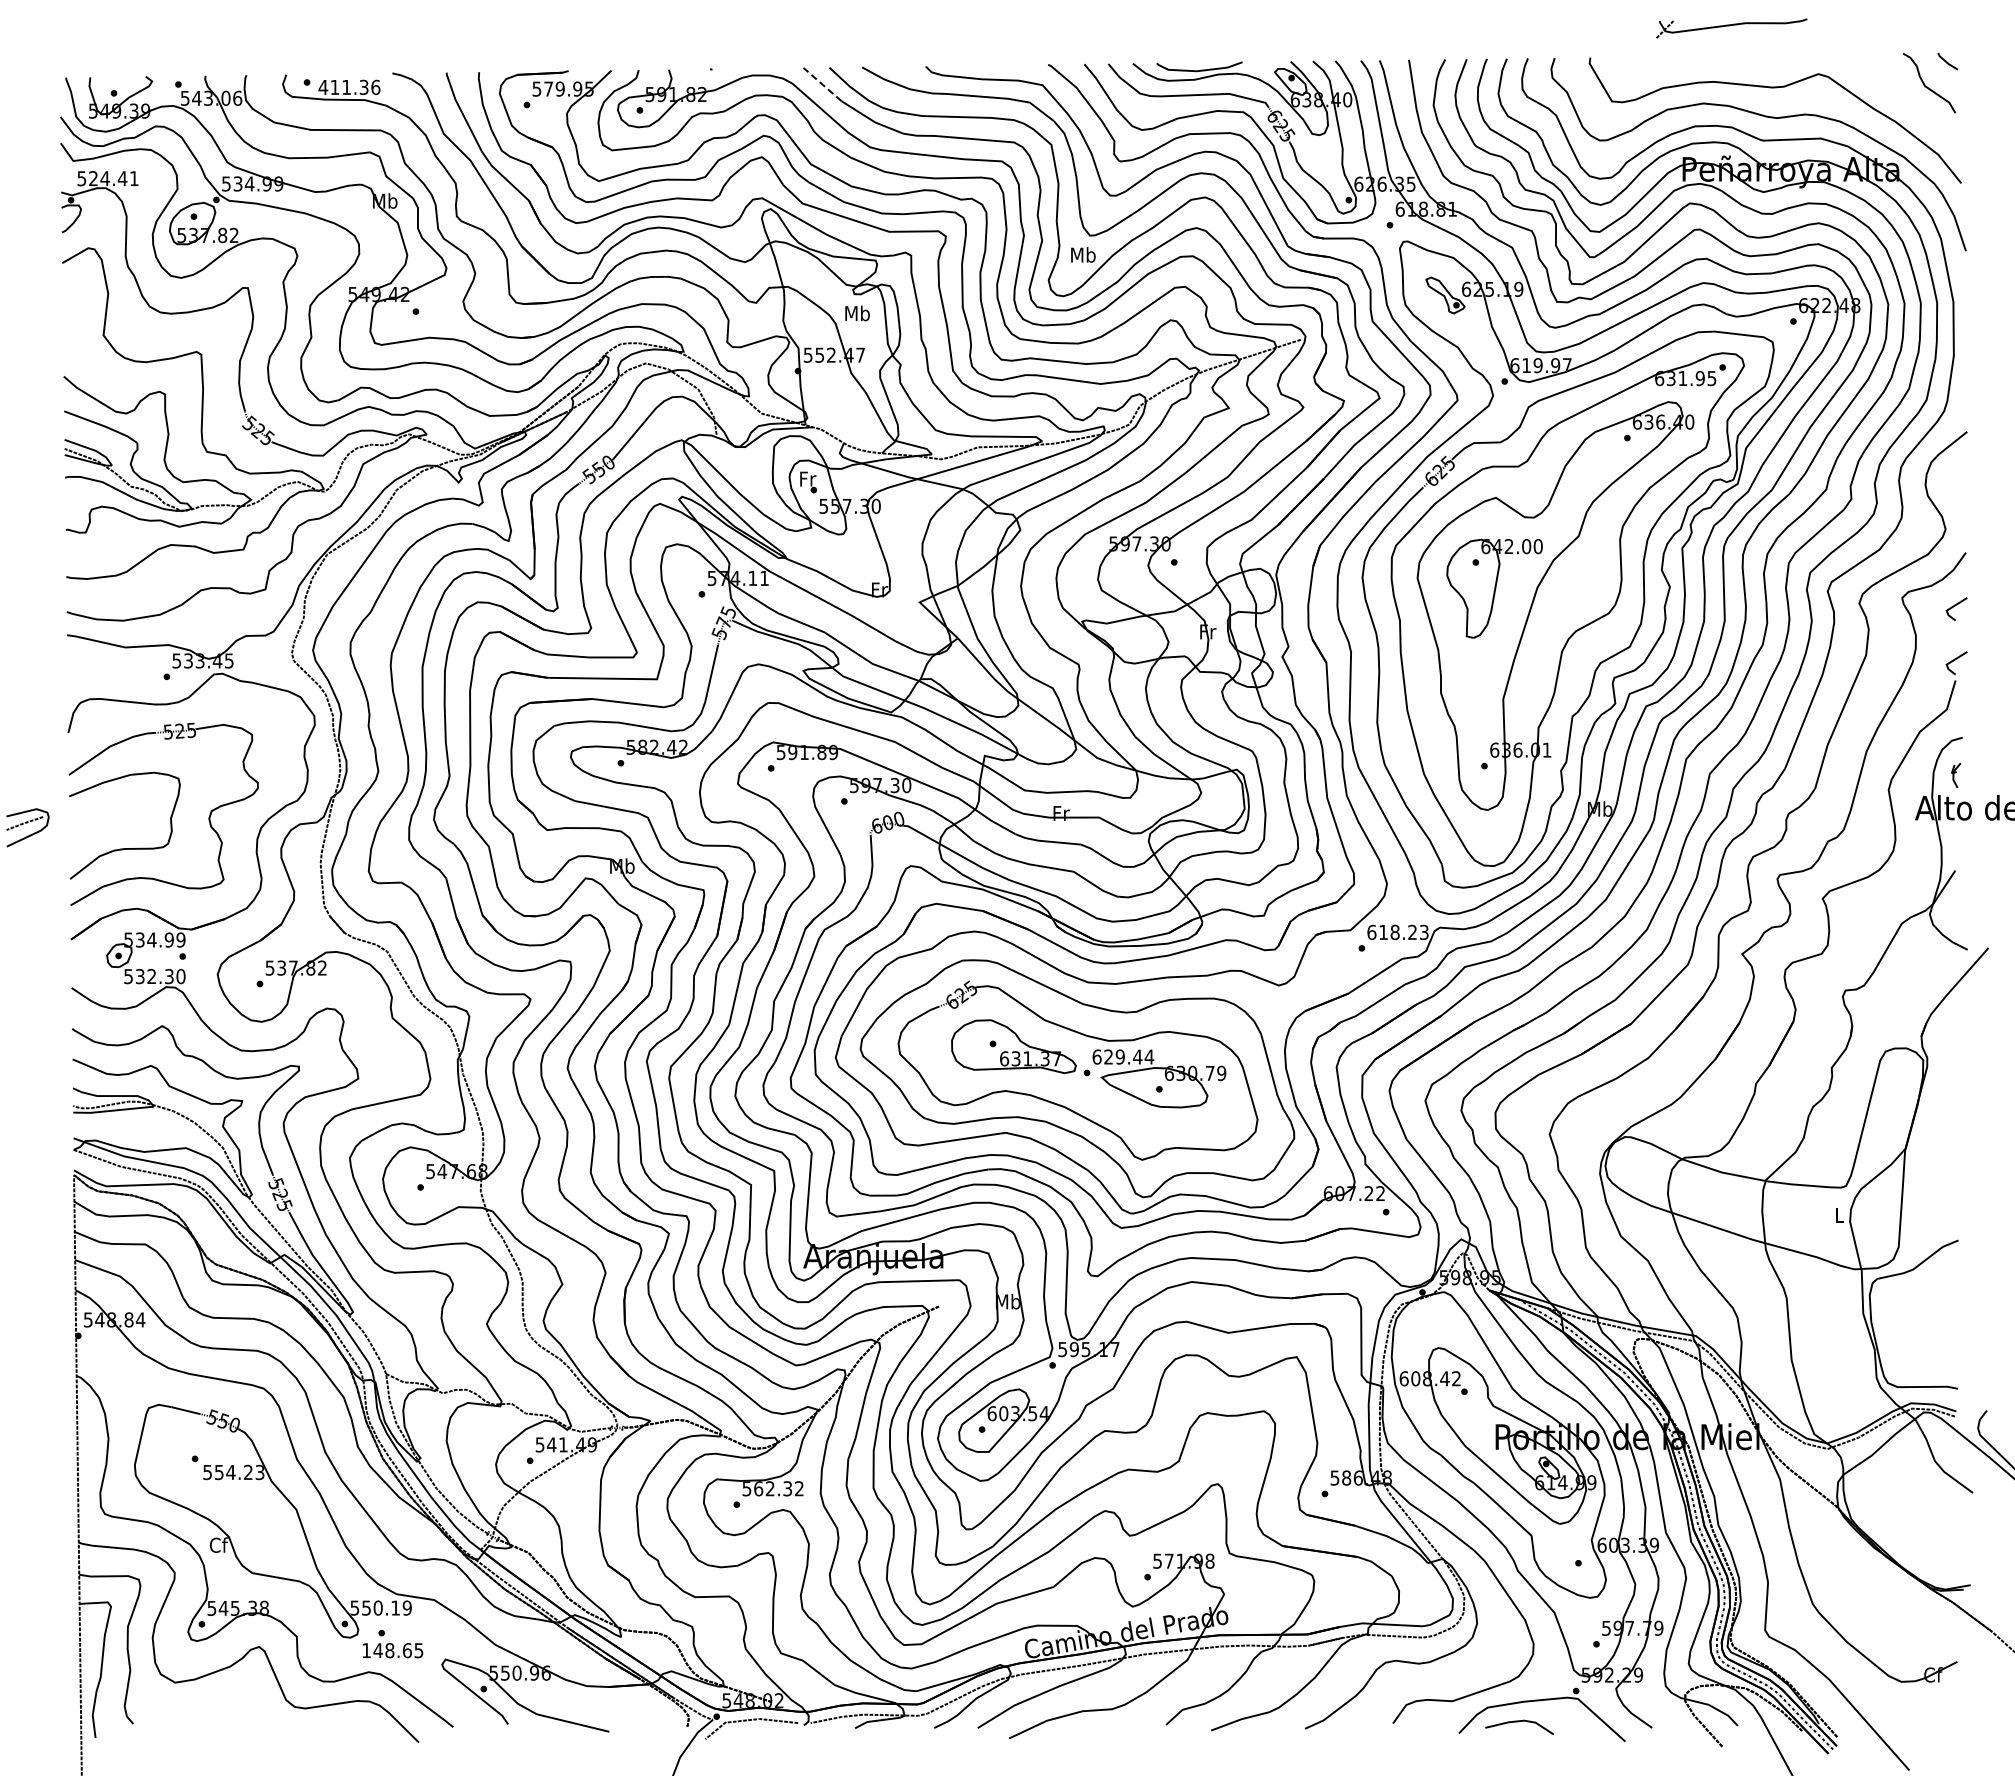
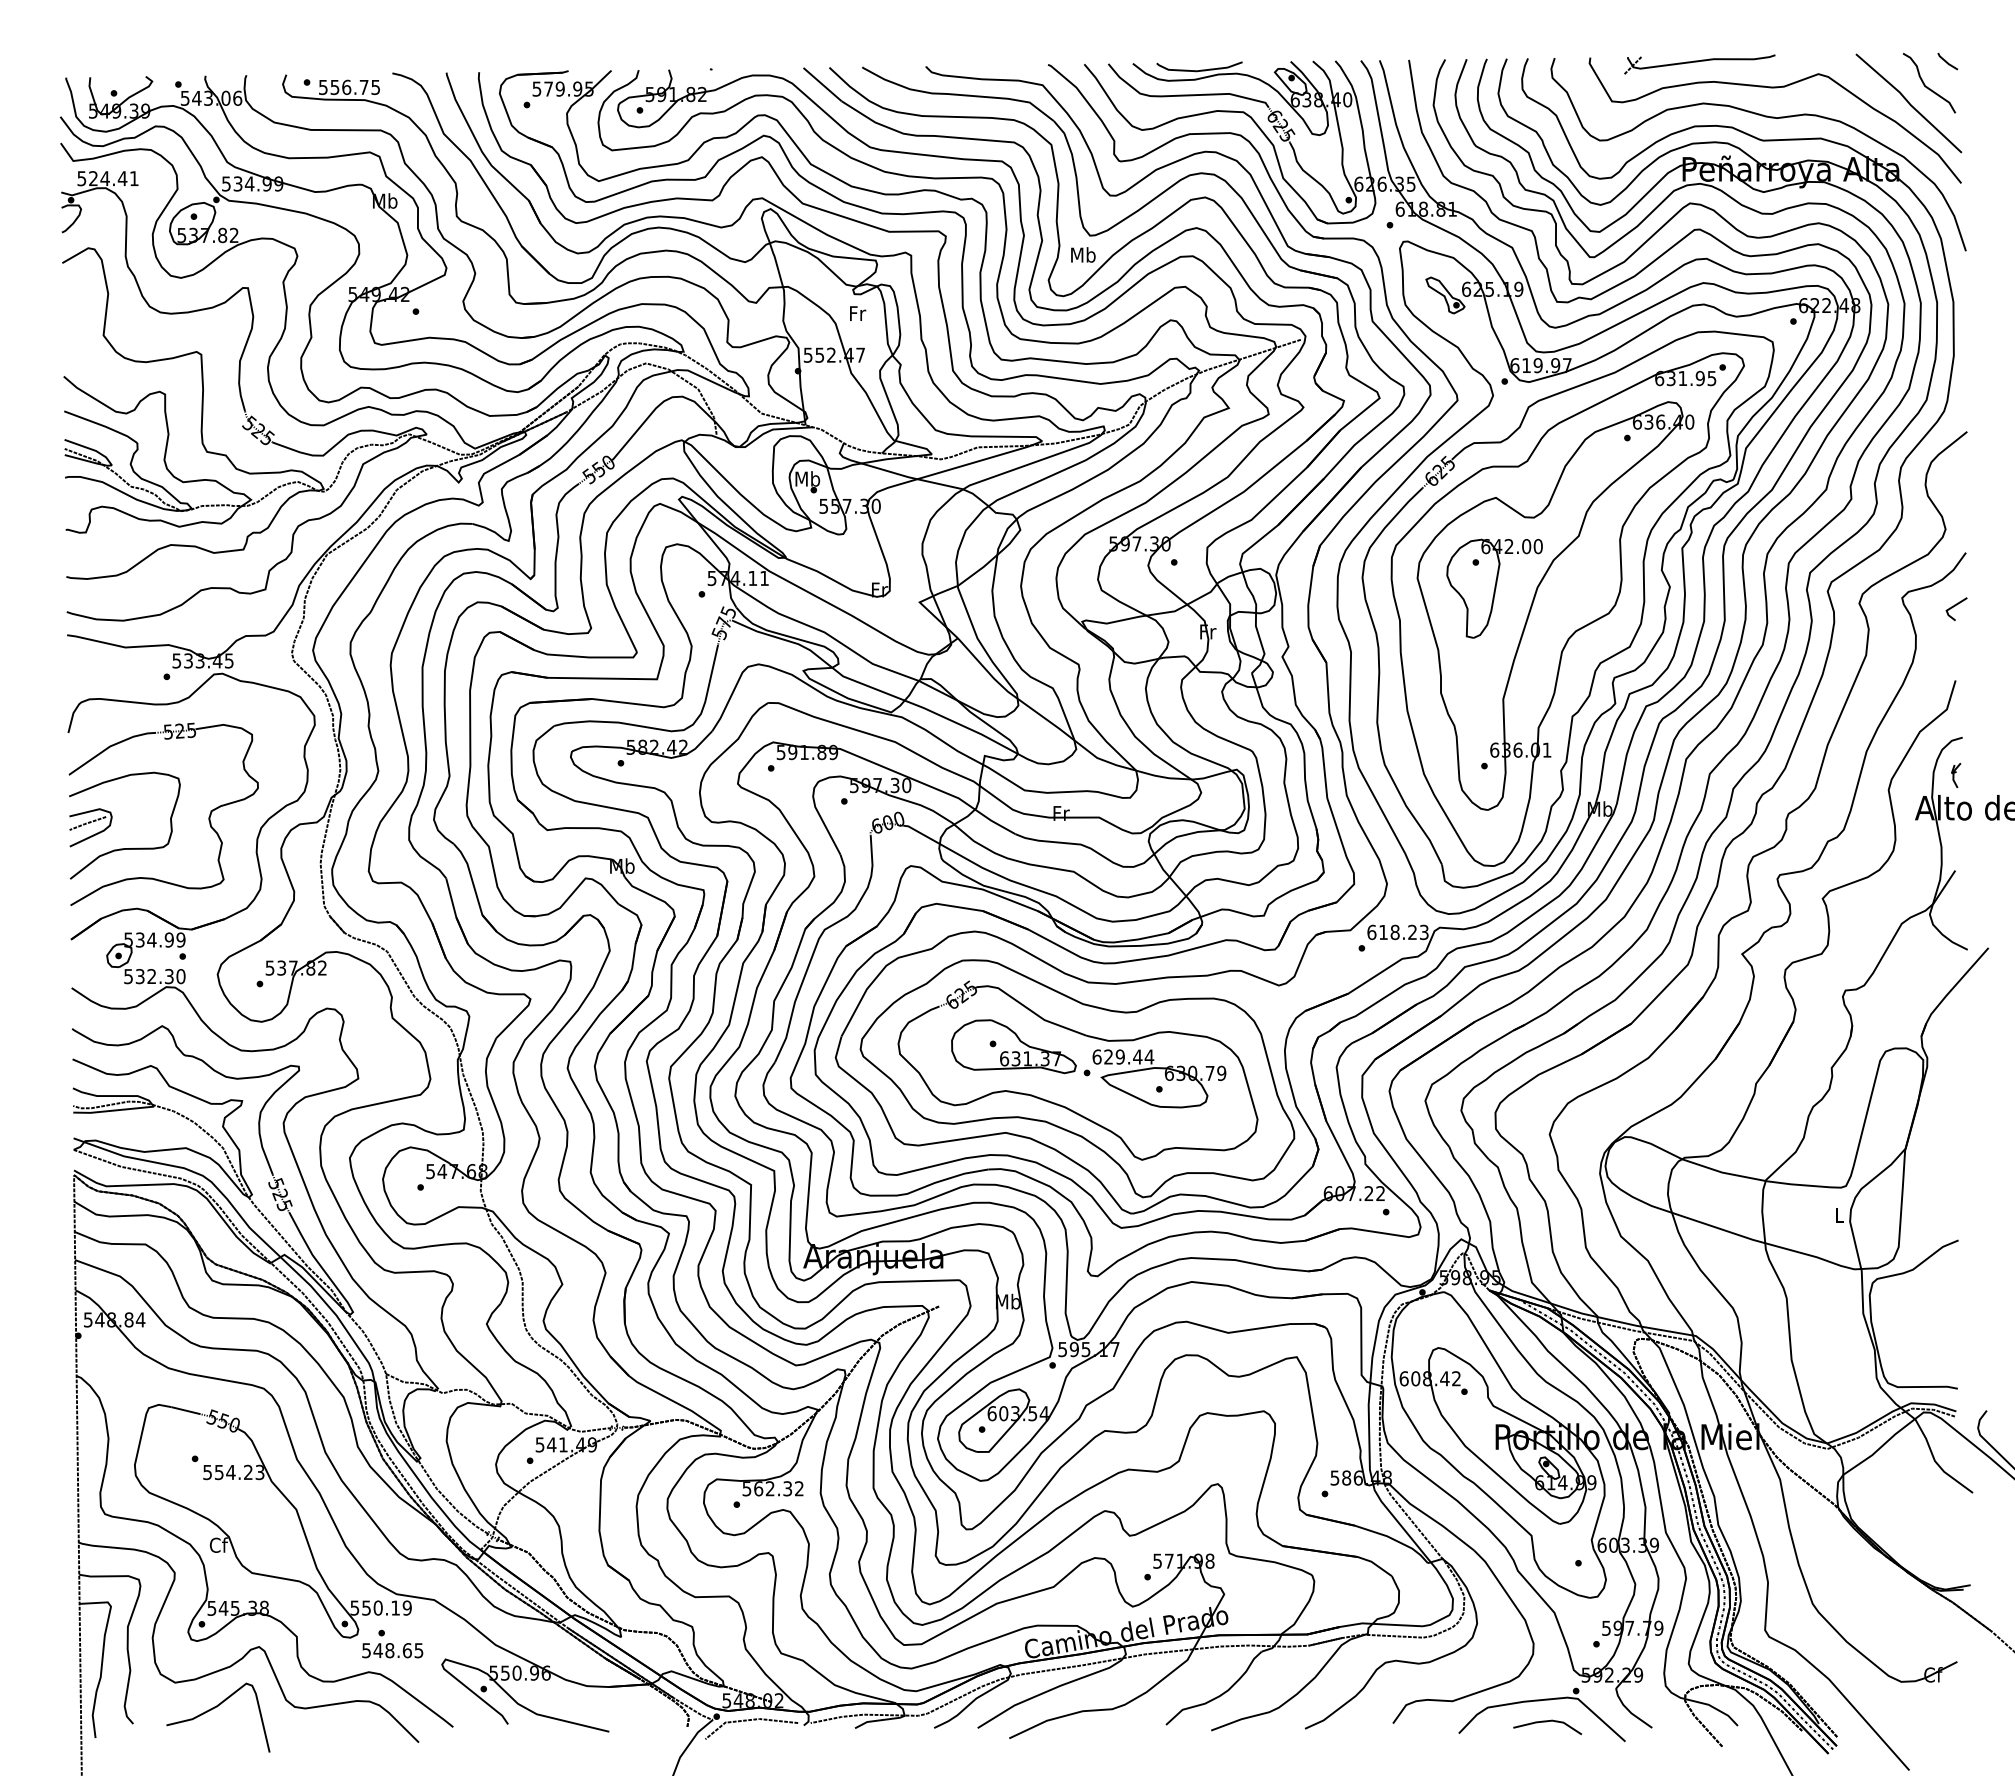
part at (1731, 28) position: (1731, 28) -> (1699, 64)
line at (822, 84): dashed -> solid
text at (349, 87): 411.36 -> 556.75
line at (1908, 103): none -> present
text at (857, 313): Mb -> Fr
text at (807, 478): Fr -> Mb
line at (1955, 660): present -> none
part at (27, 827) position: (27, 827) -> (90, 827)
text at (366, 1650): 148.65 -> 548.65
curve at (213, 1709): none -> present
line at (1519, 1722) position: (1519, 1722) -> (1547, 1722)
